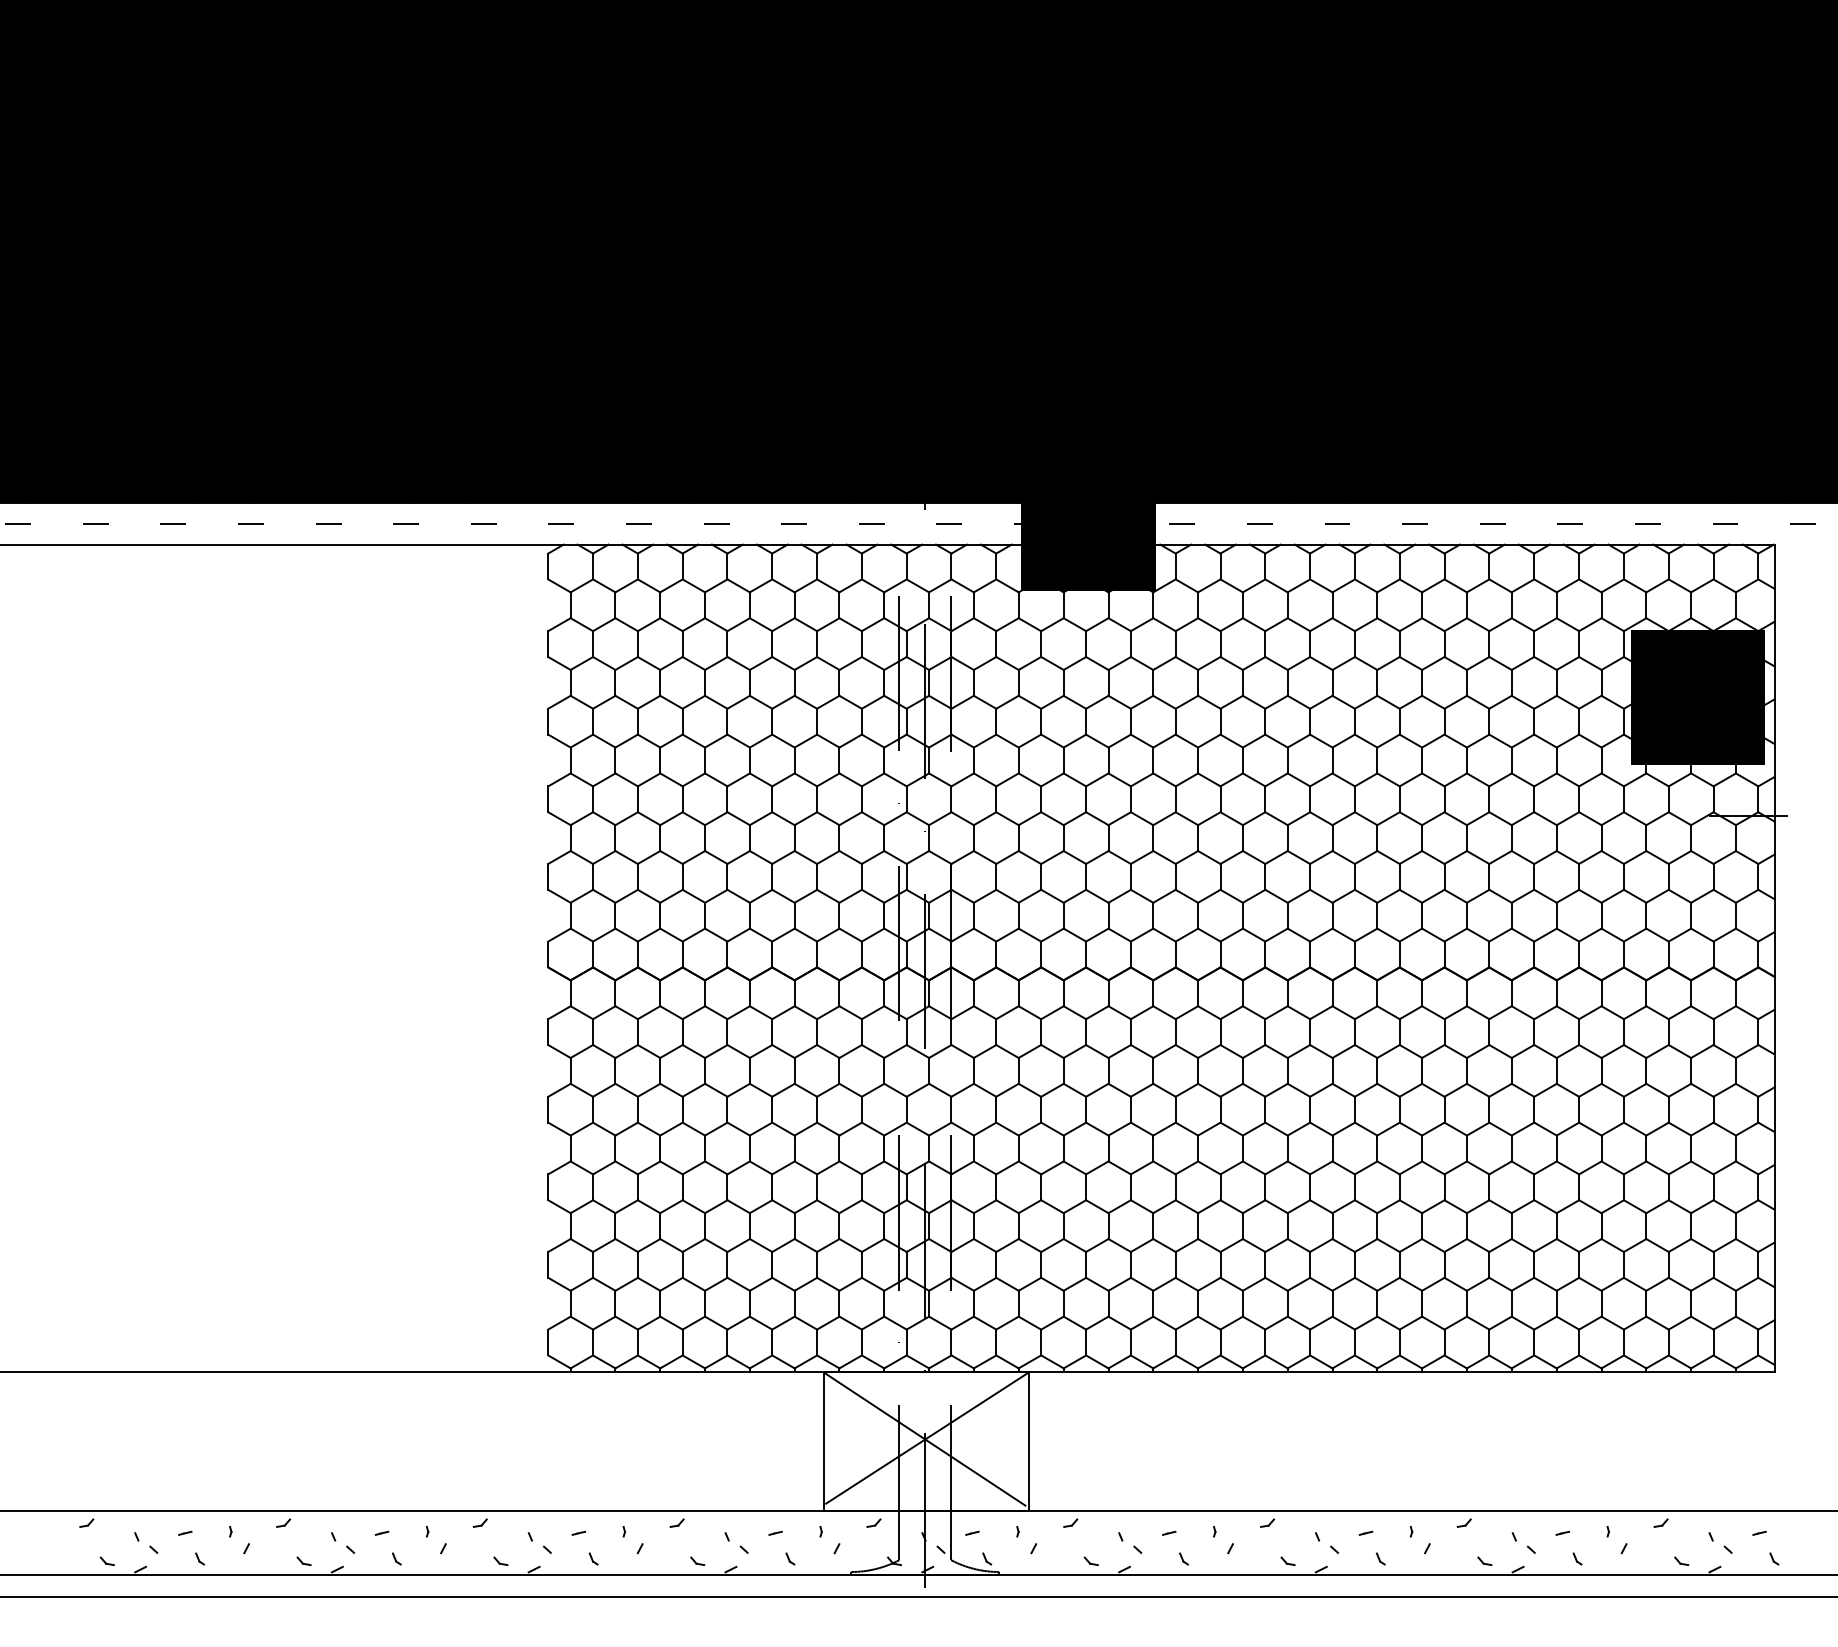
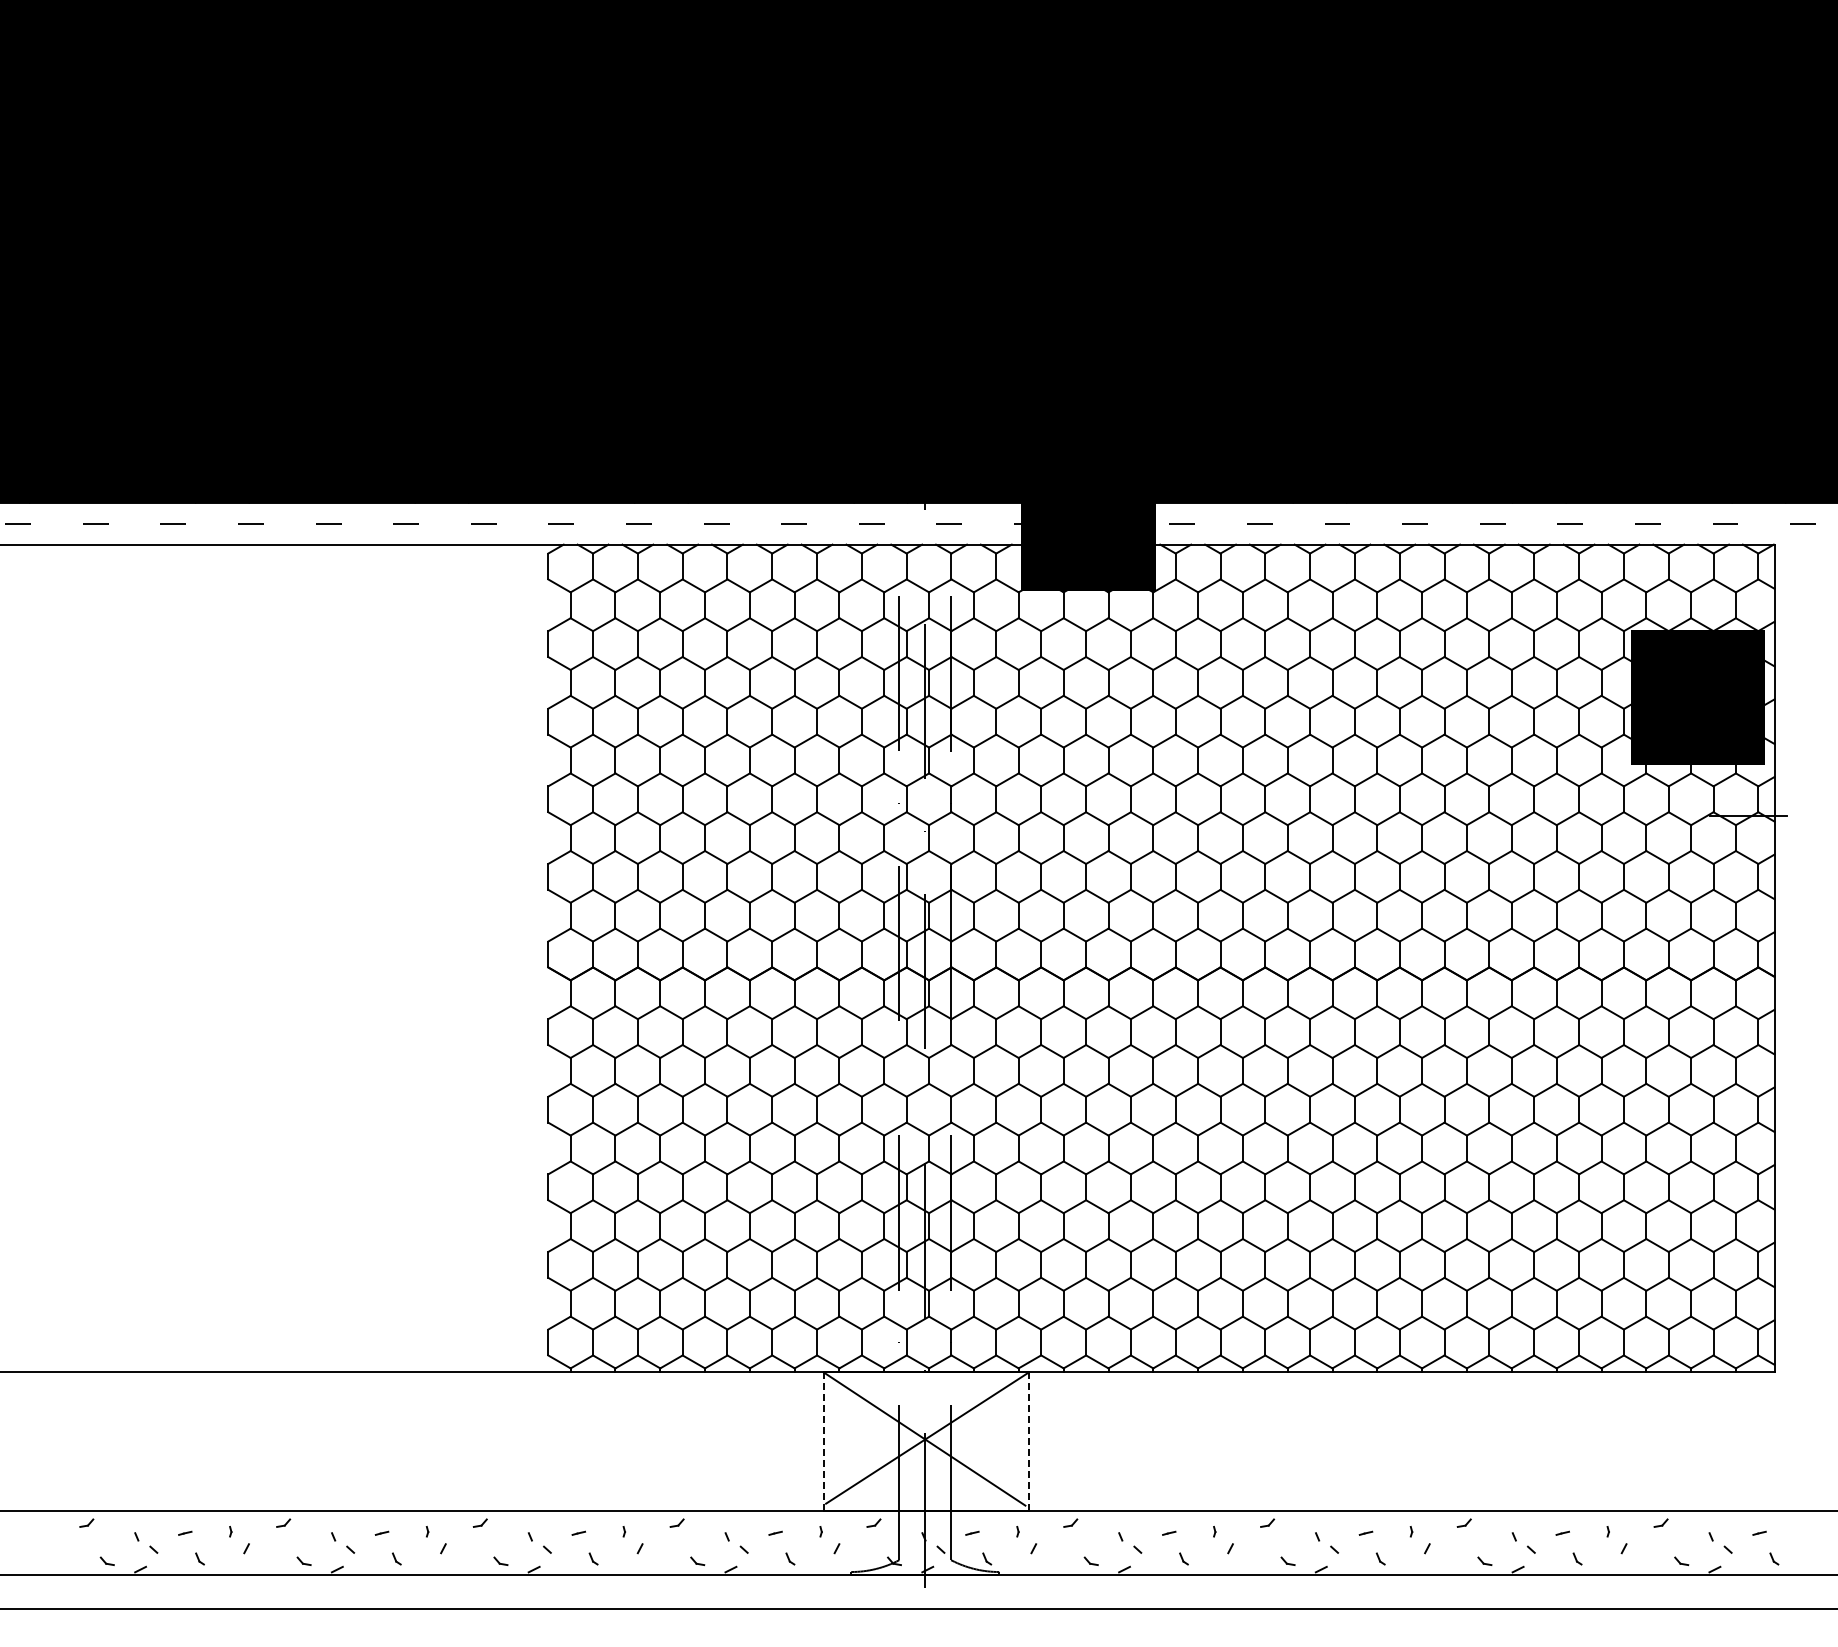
line at (823, 1440): solid -> dashed
line at (1028, 1441): solid -> dashed
line at (918, 1597) position: (918, 1597) -> (918, 1609)
